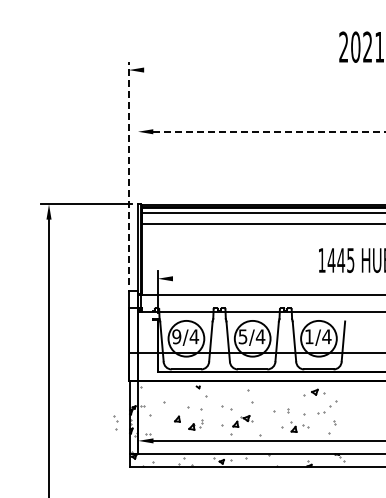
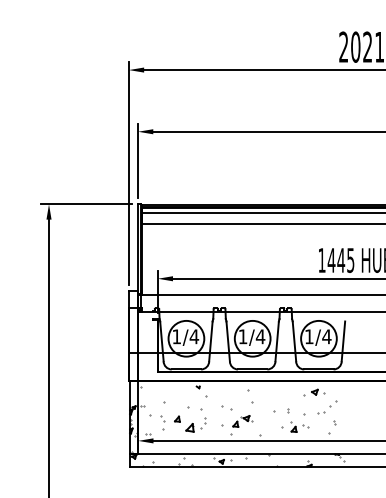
line at (263, 70): none -> present
line at (269, 131): dashed -> solid
line at (138, 161): none -> present
line at (128, 173): dashed -> solid
line at (277, 278): none -> present
text at (176, 336): 9/4 -> 1/4
text at (242, 336): 5/4 -> 1/4
part at (115, 422) position: (115, 422) -> (162, 422)
part at (195, 424) size: 16x12 px -> 22x16 px
